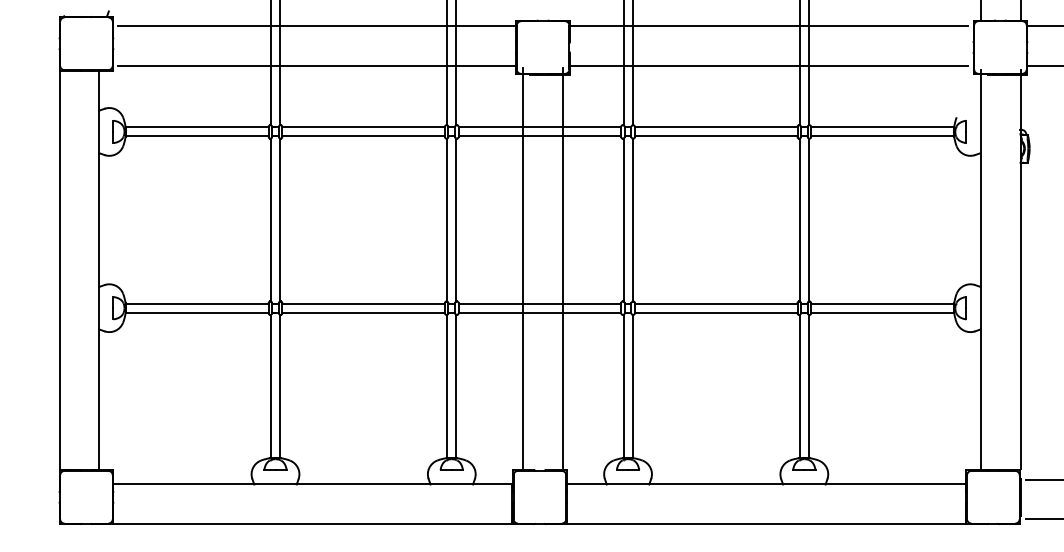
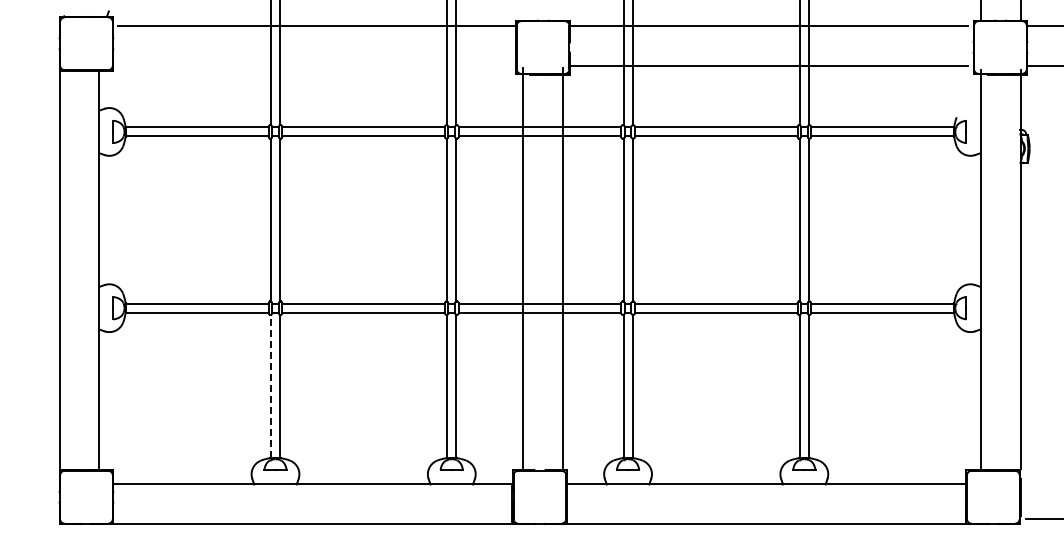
line at (316, 66): present -> none
line at (270, 386): solid -> dashed
line at (1043, 479): present -> none
